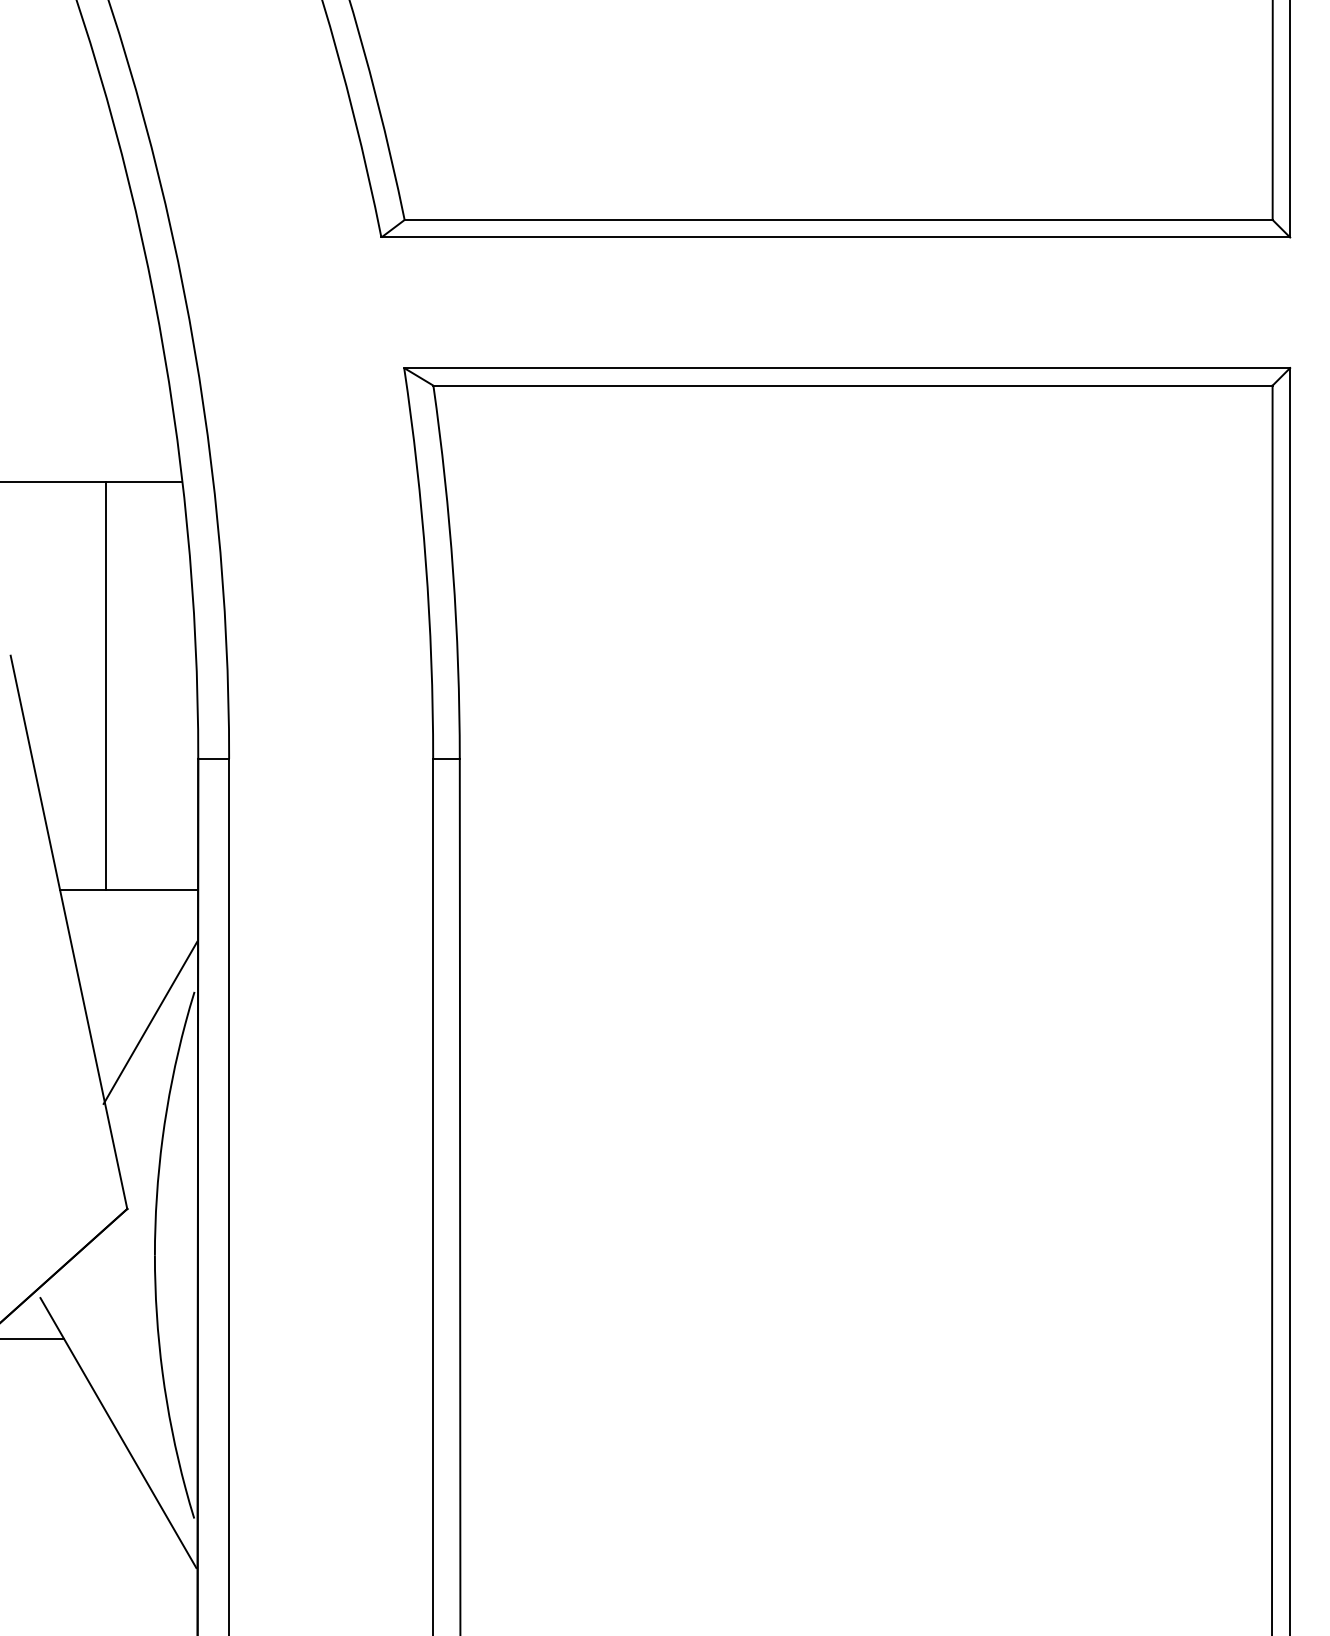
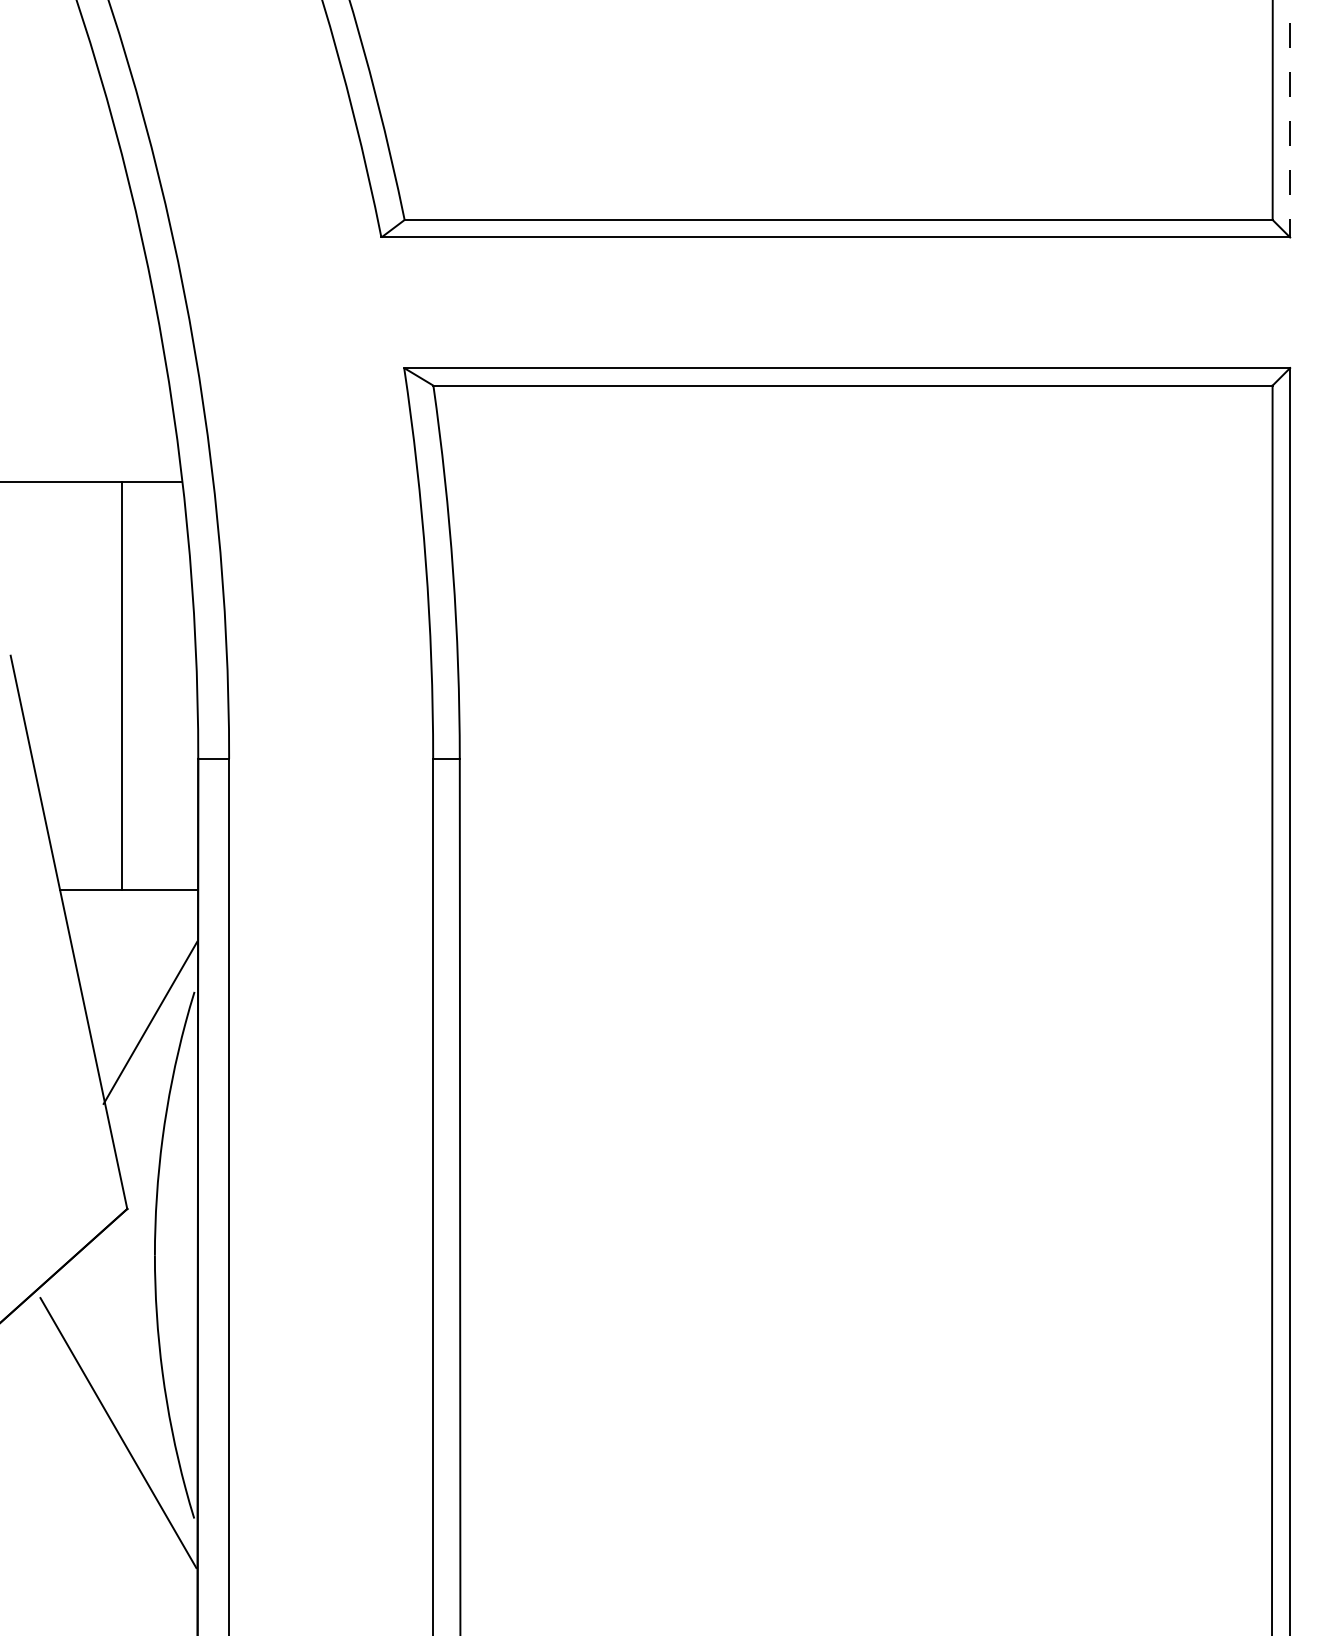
line at (1290, 119): solid -> dashed
line at (106, 686) position: (106, 686) -> (122, 686)
line at (33, 1338): present -> none
